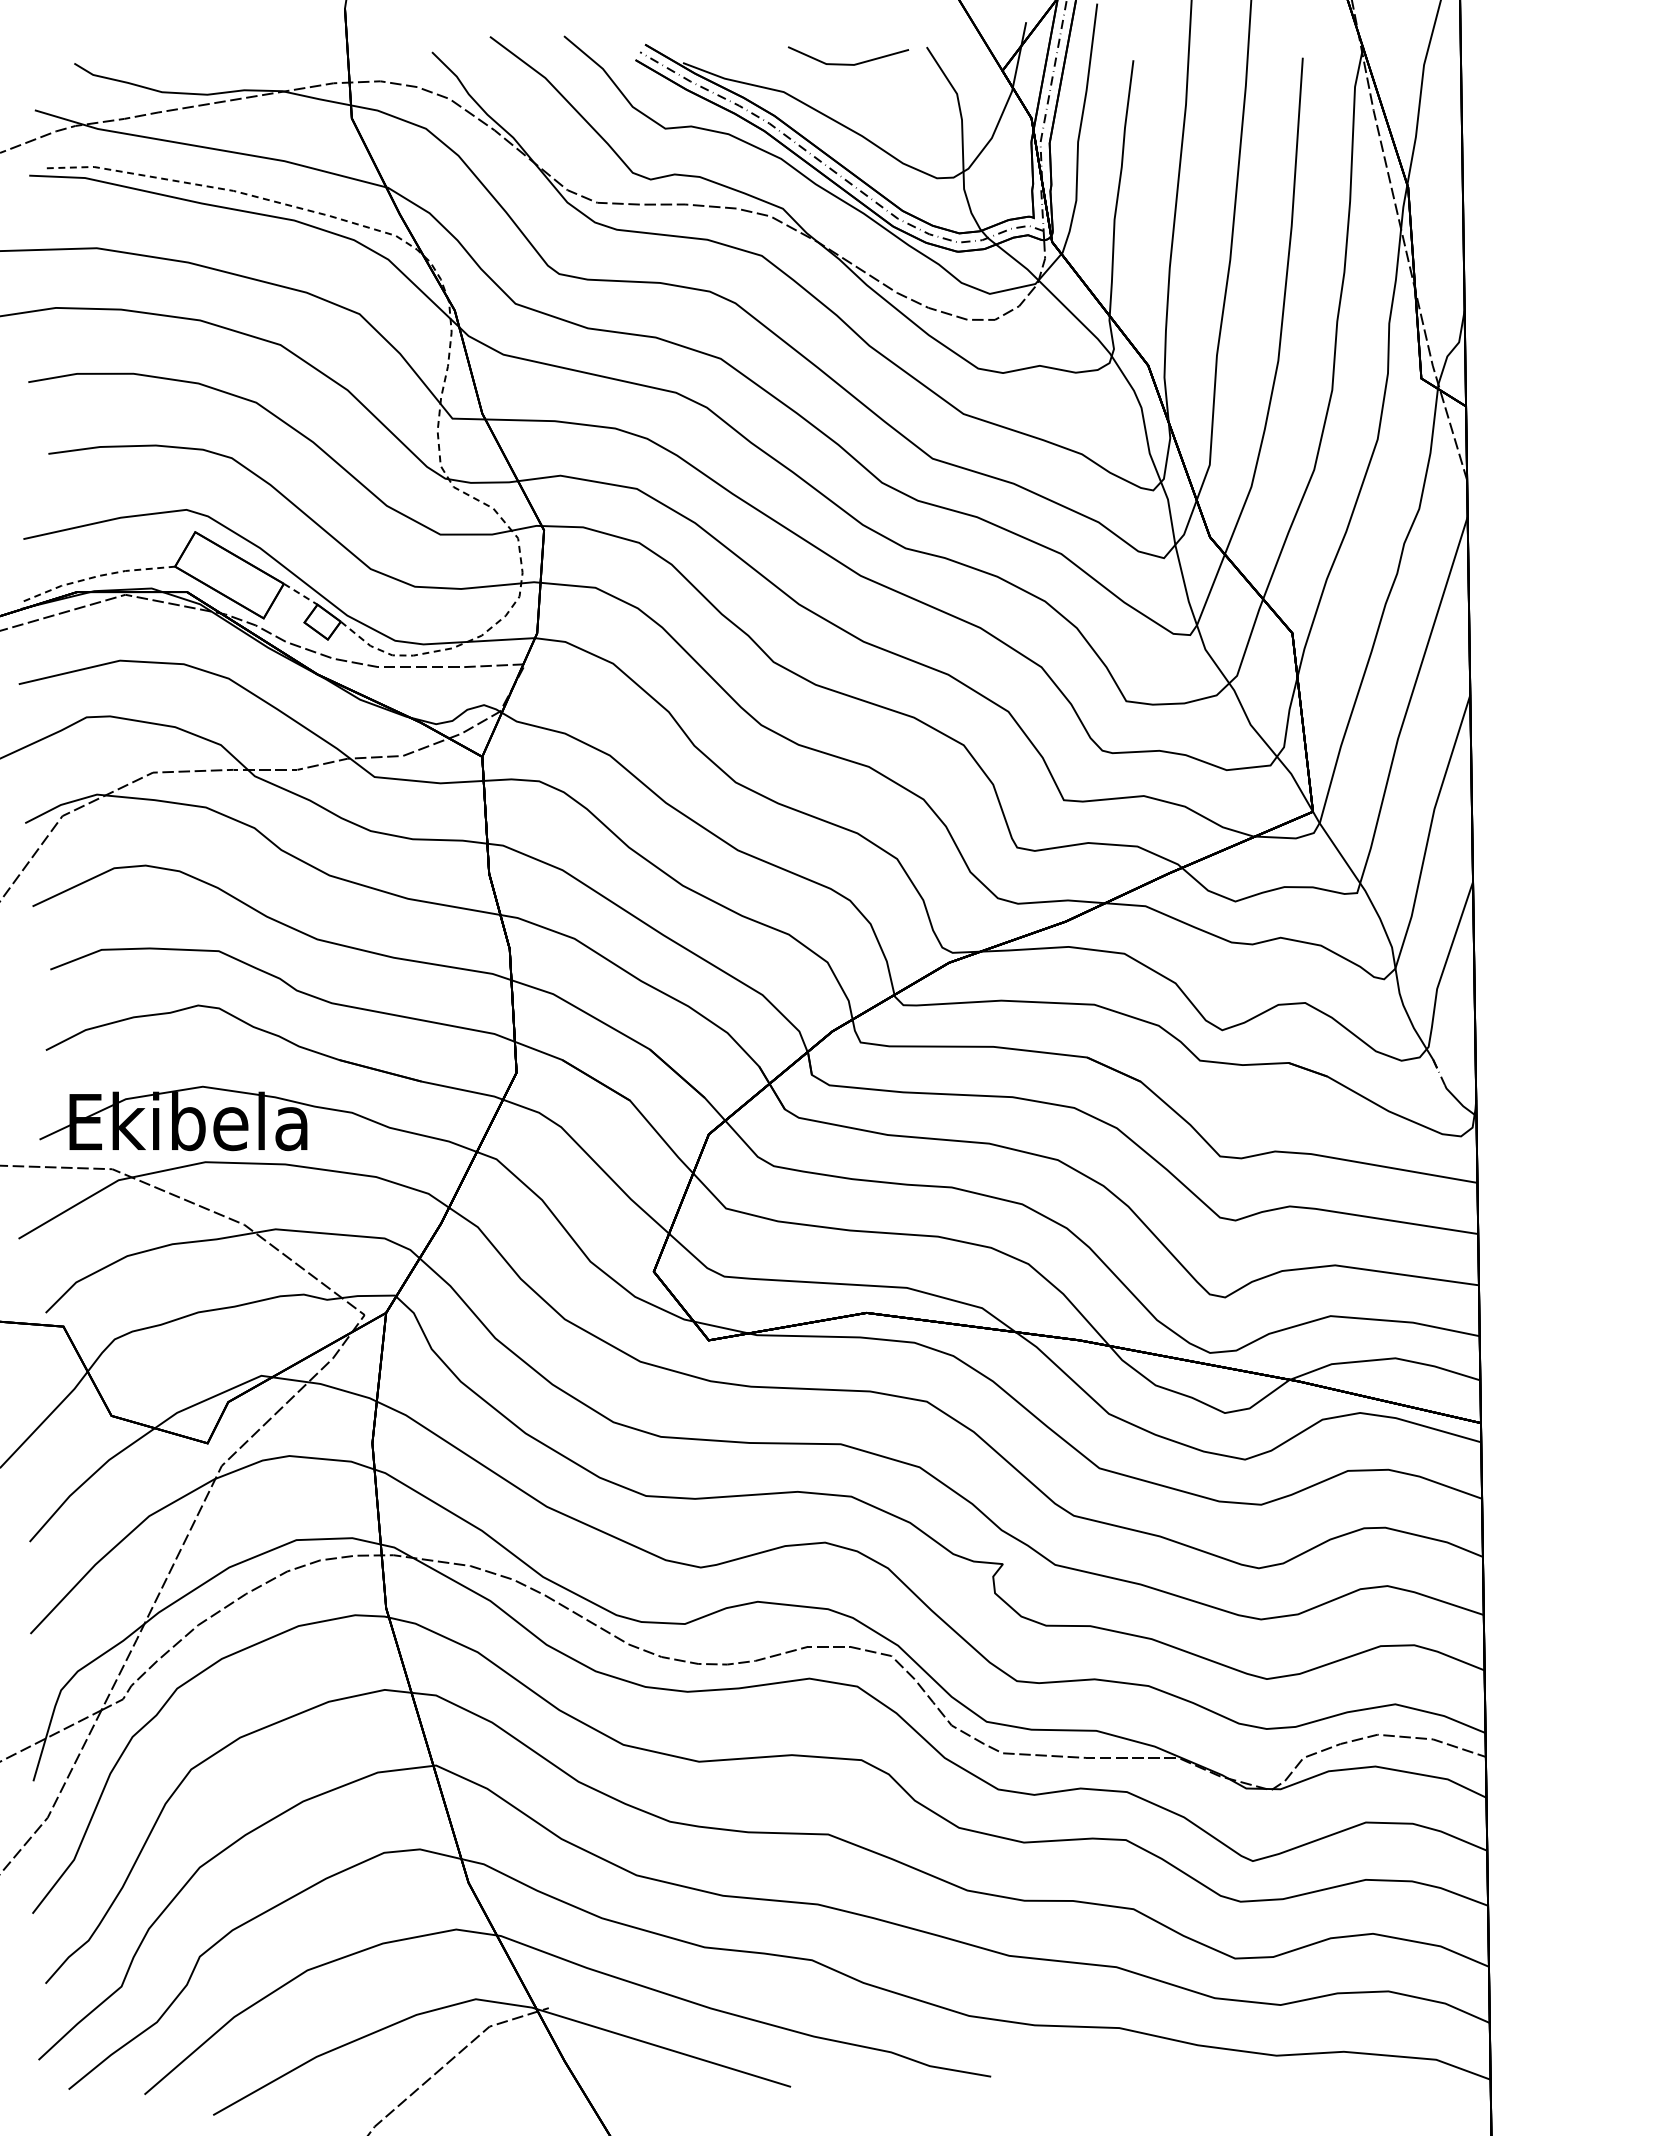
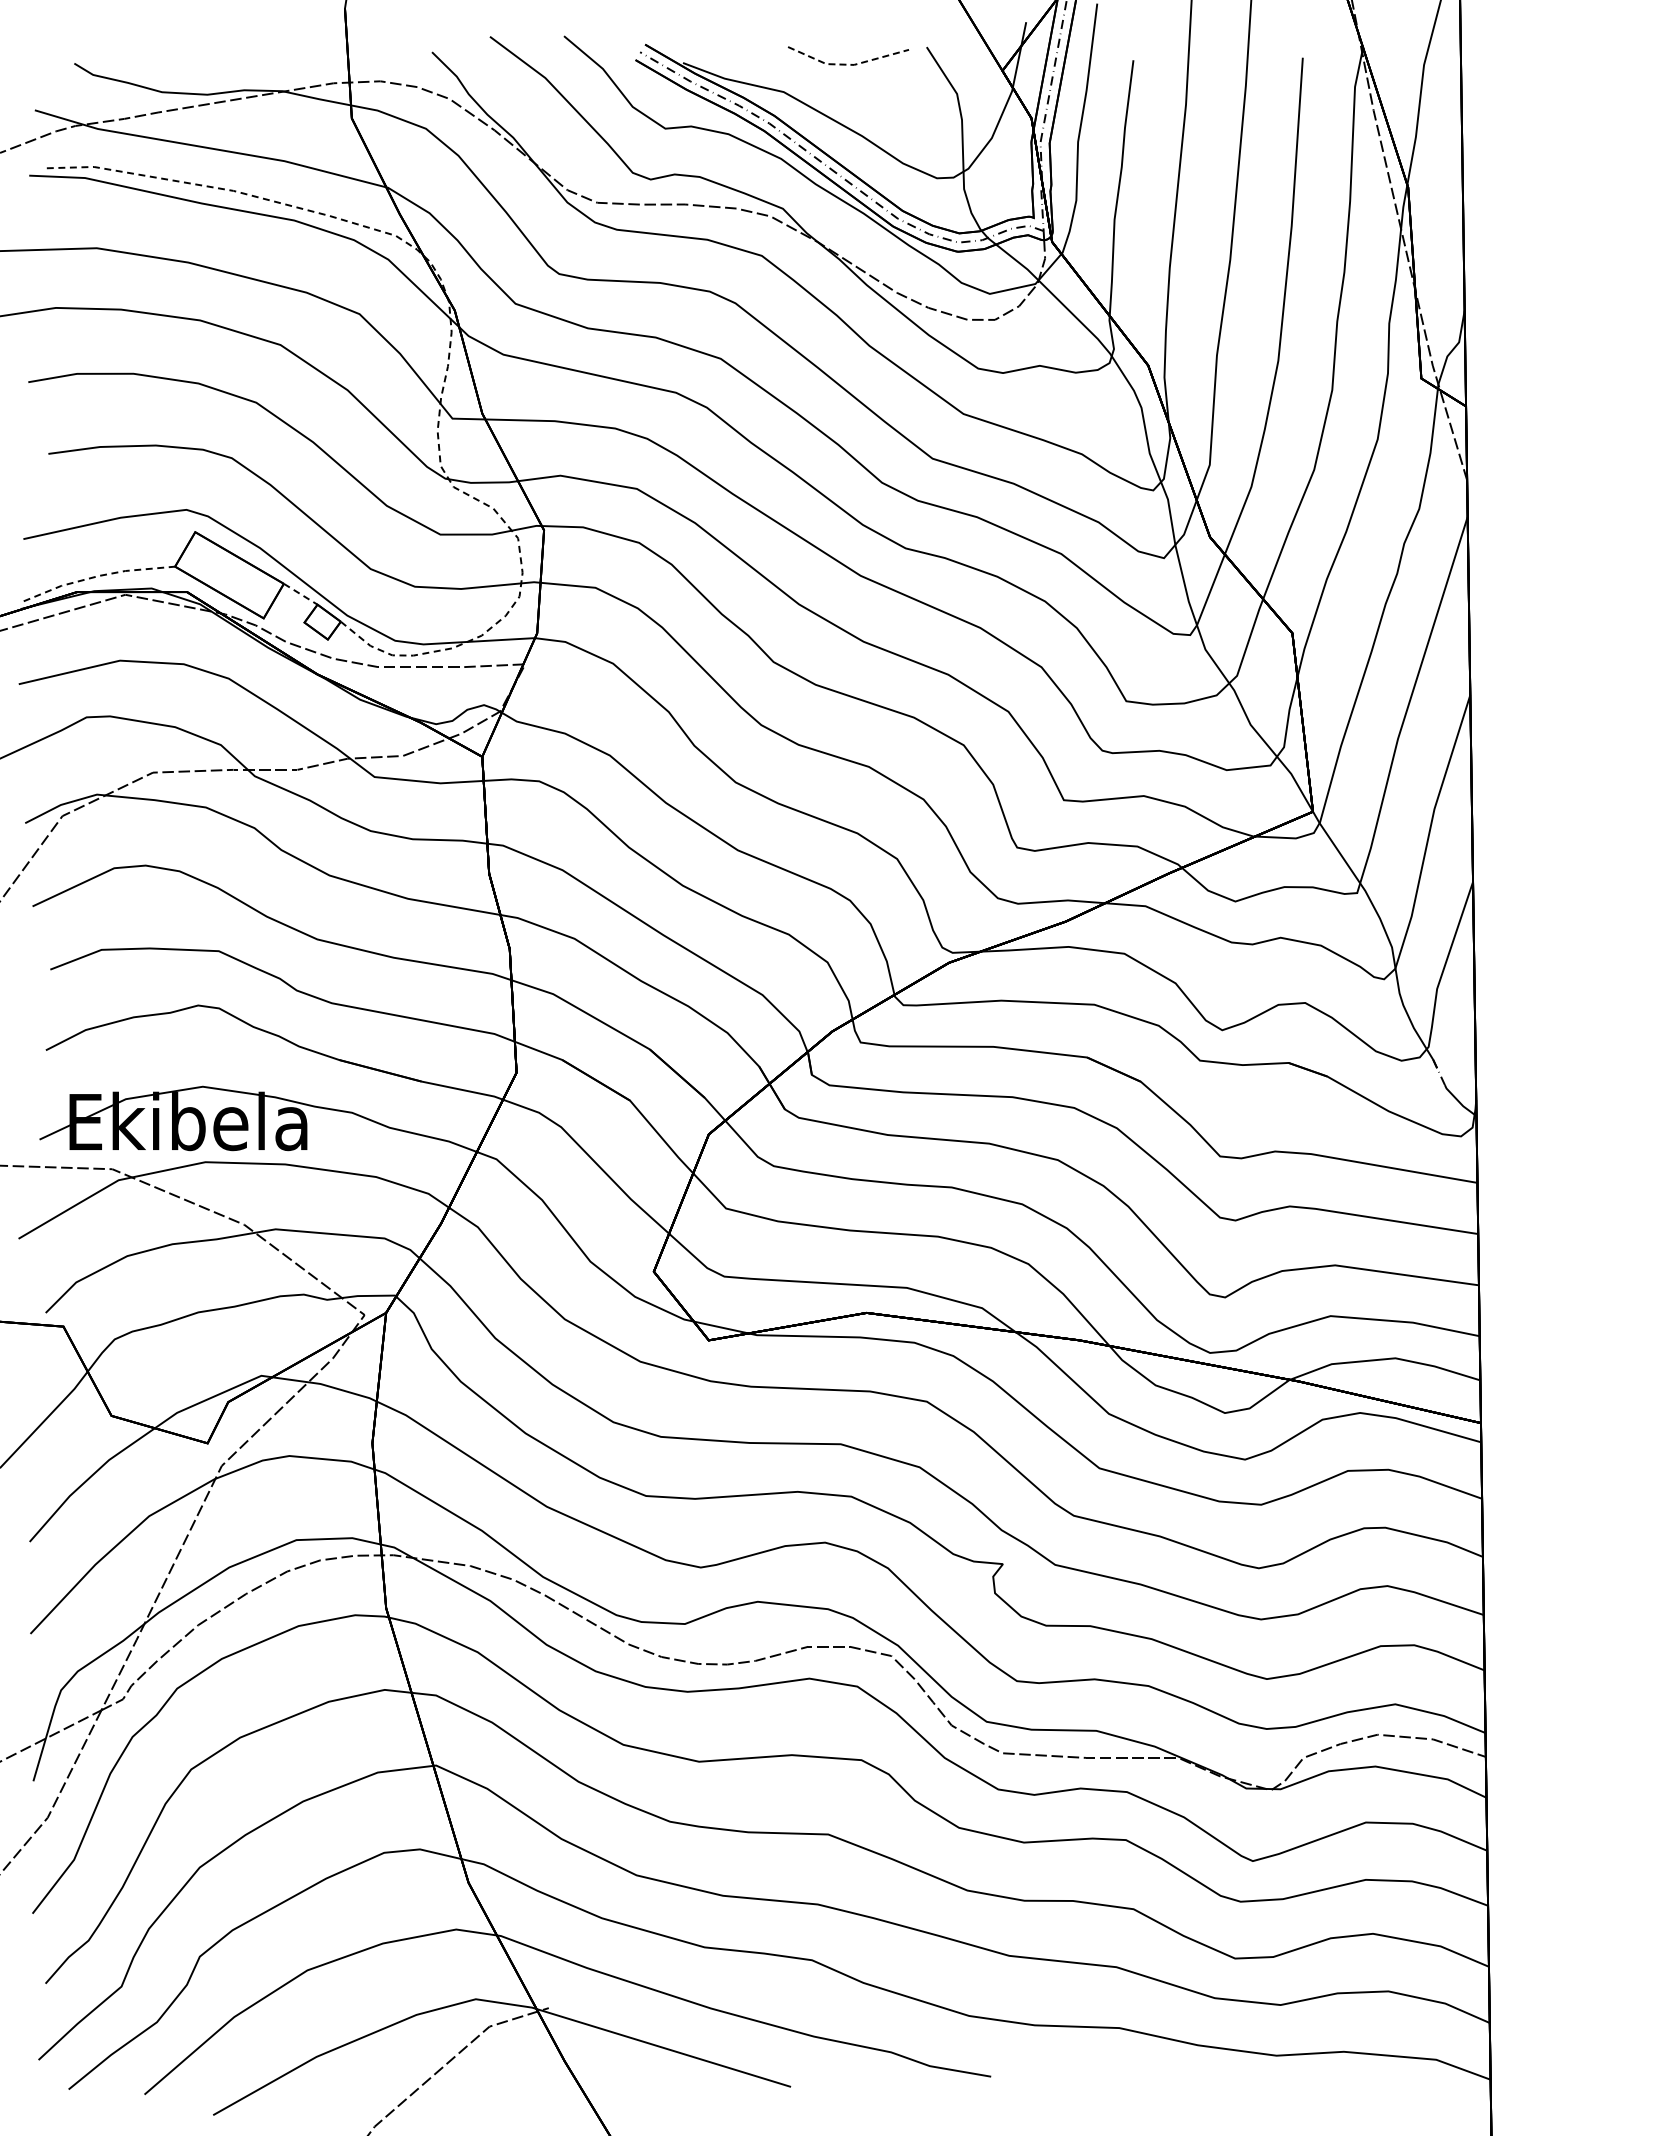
line at (848, 64): solid -> dashed
